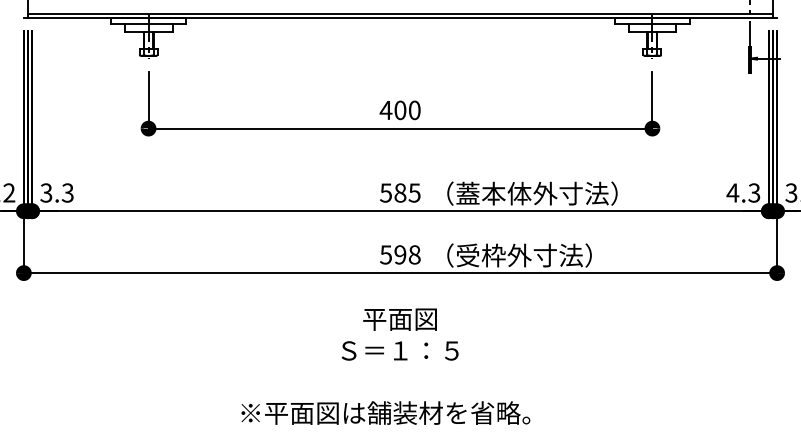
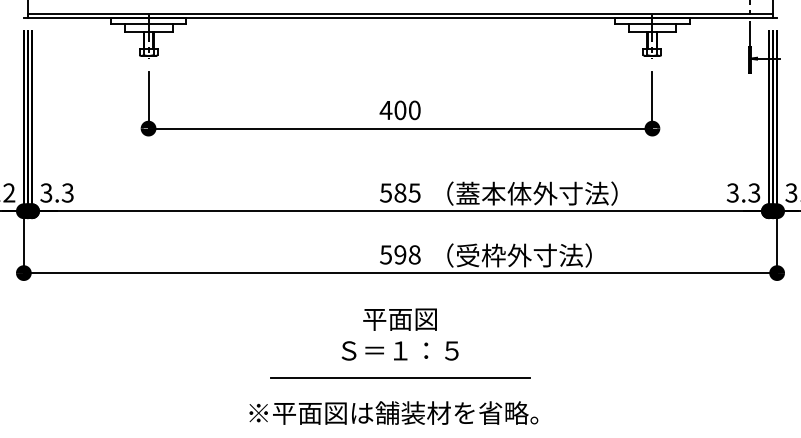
text at (732, 192): 4.3 -> 3.3
line at (400, 377): none -> present
text at (385, 412) position: (385, 412) -> (393, 412)
